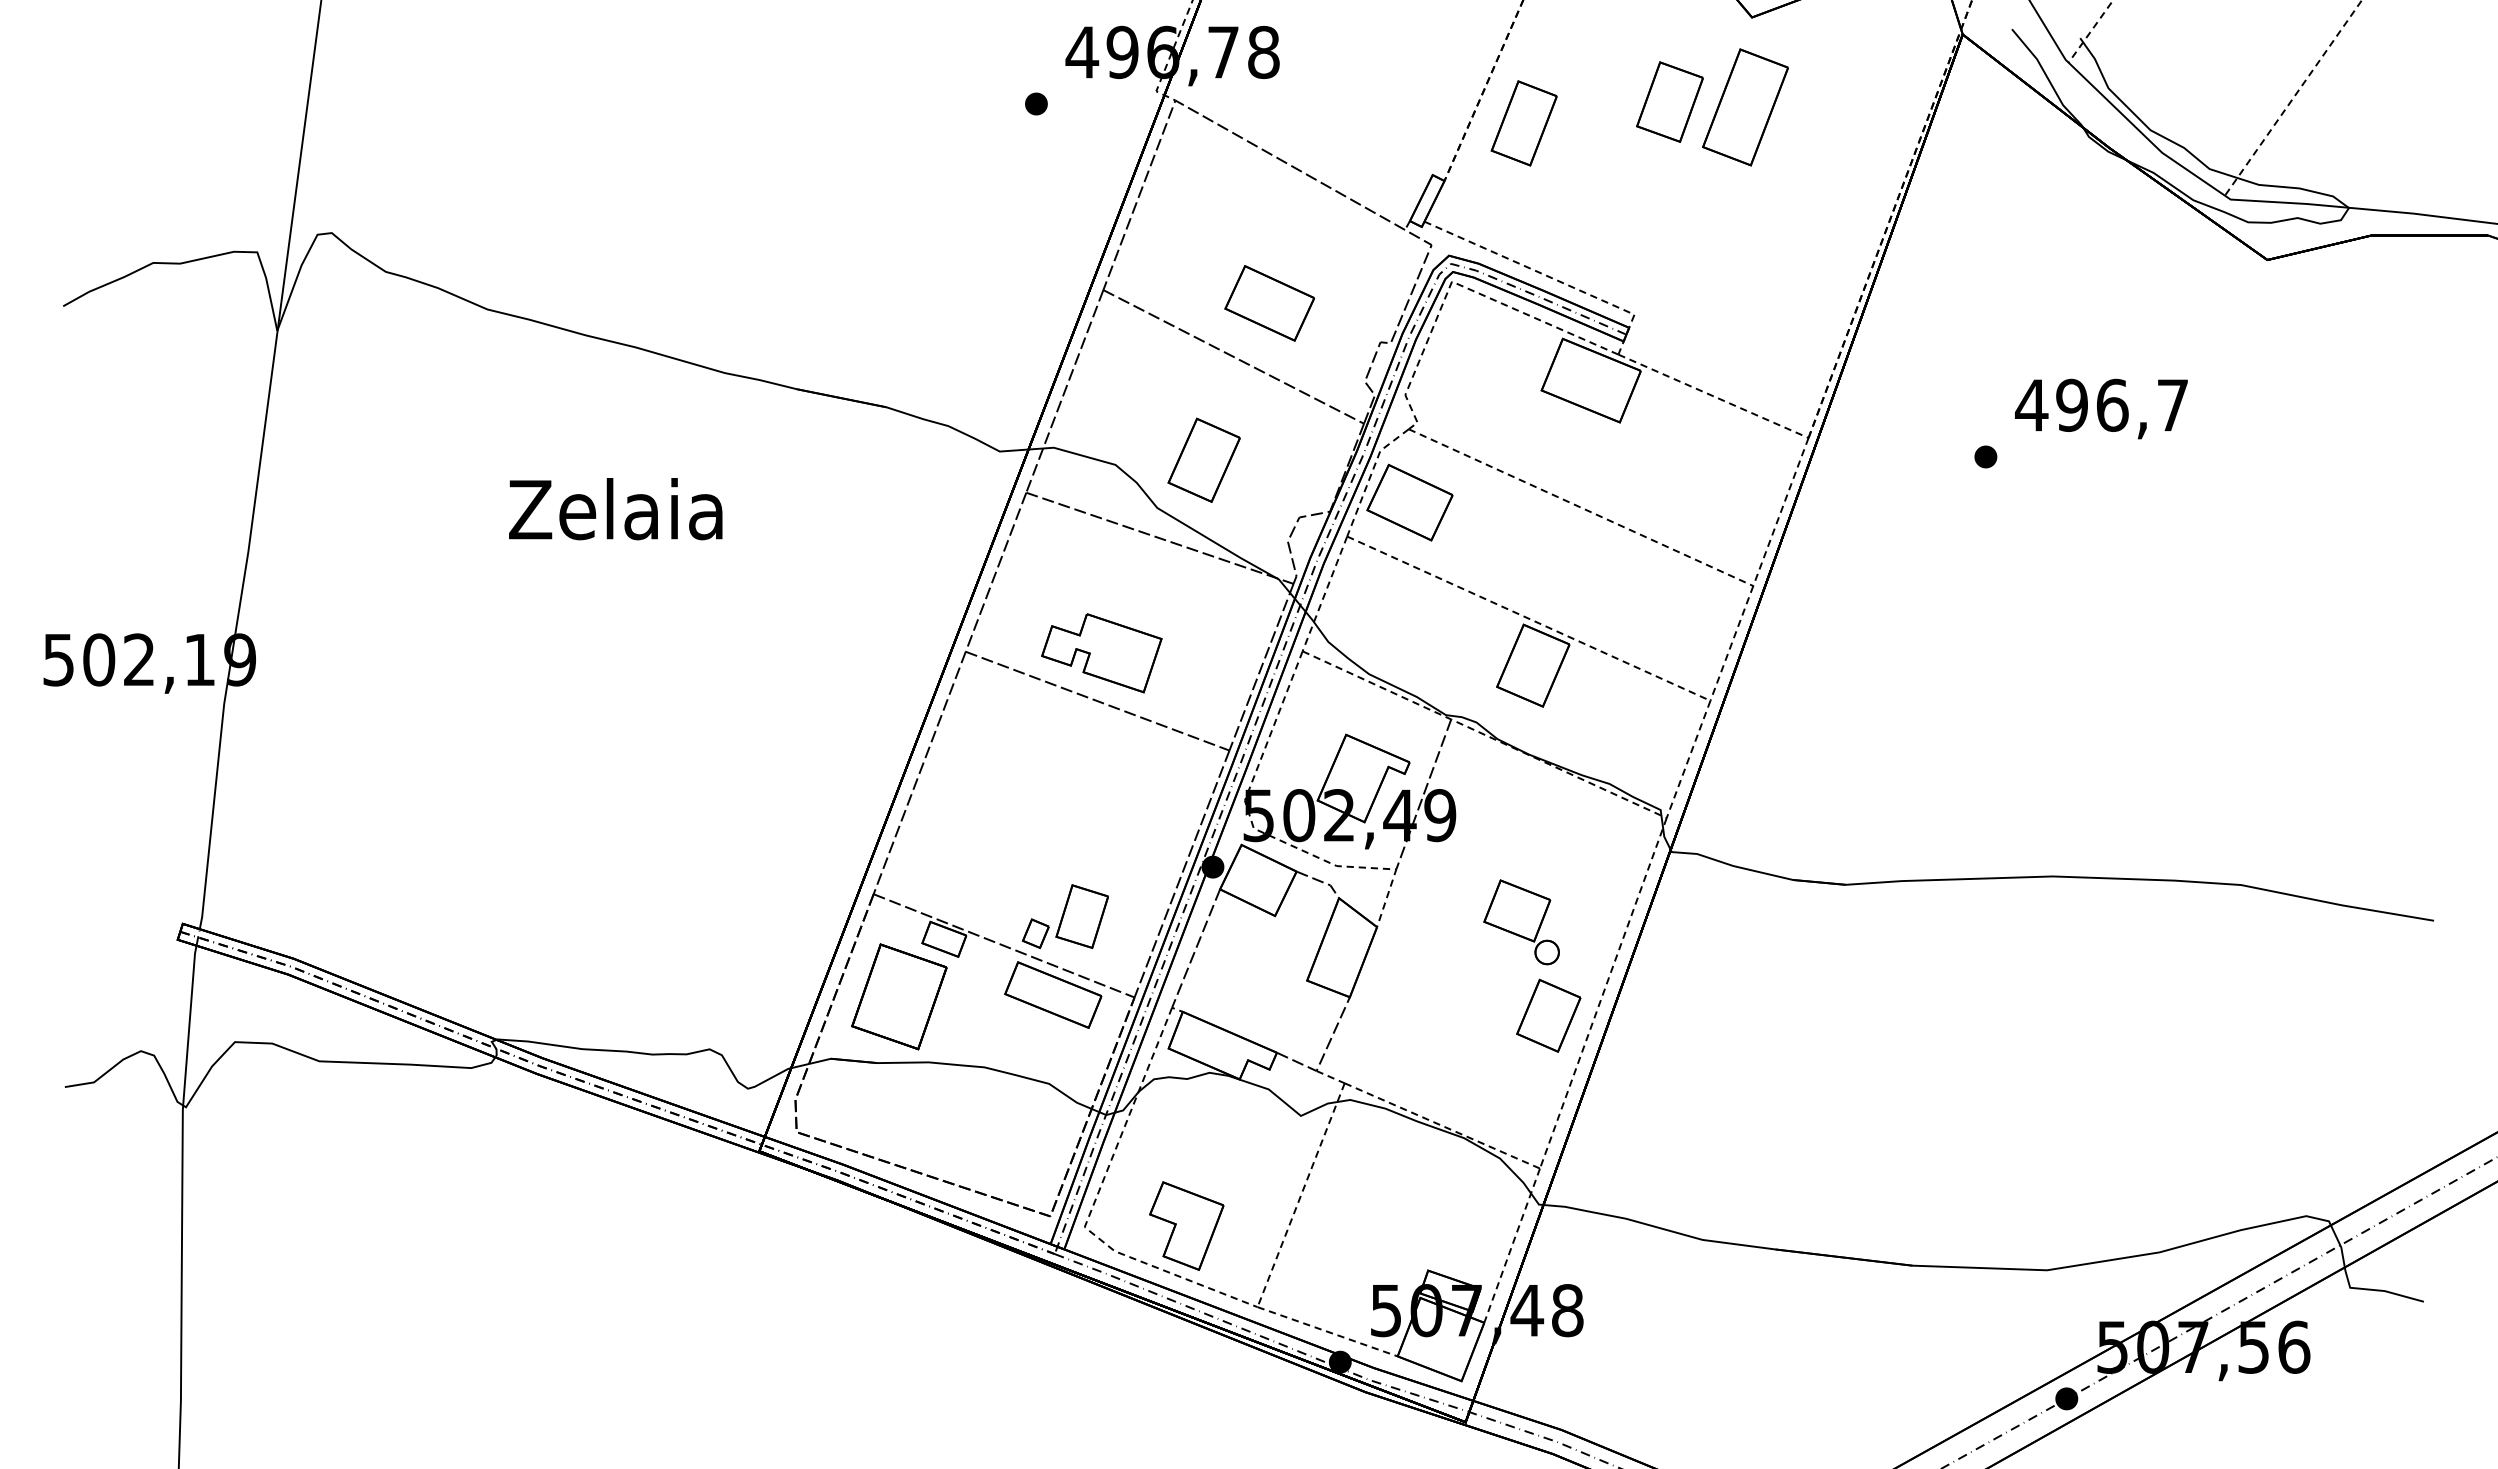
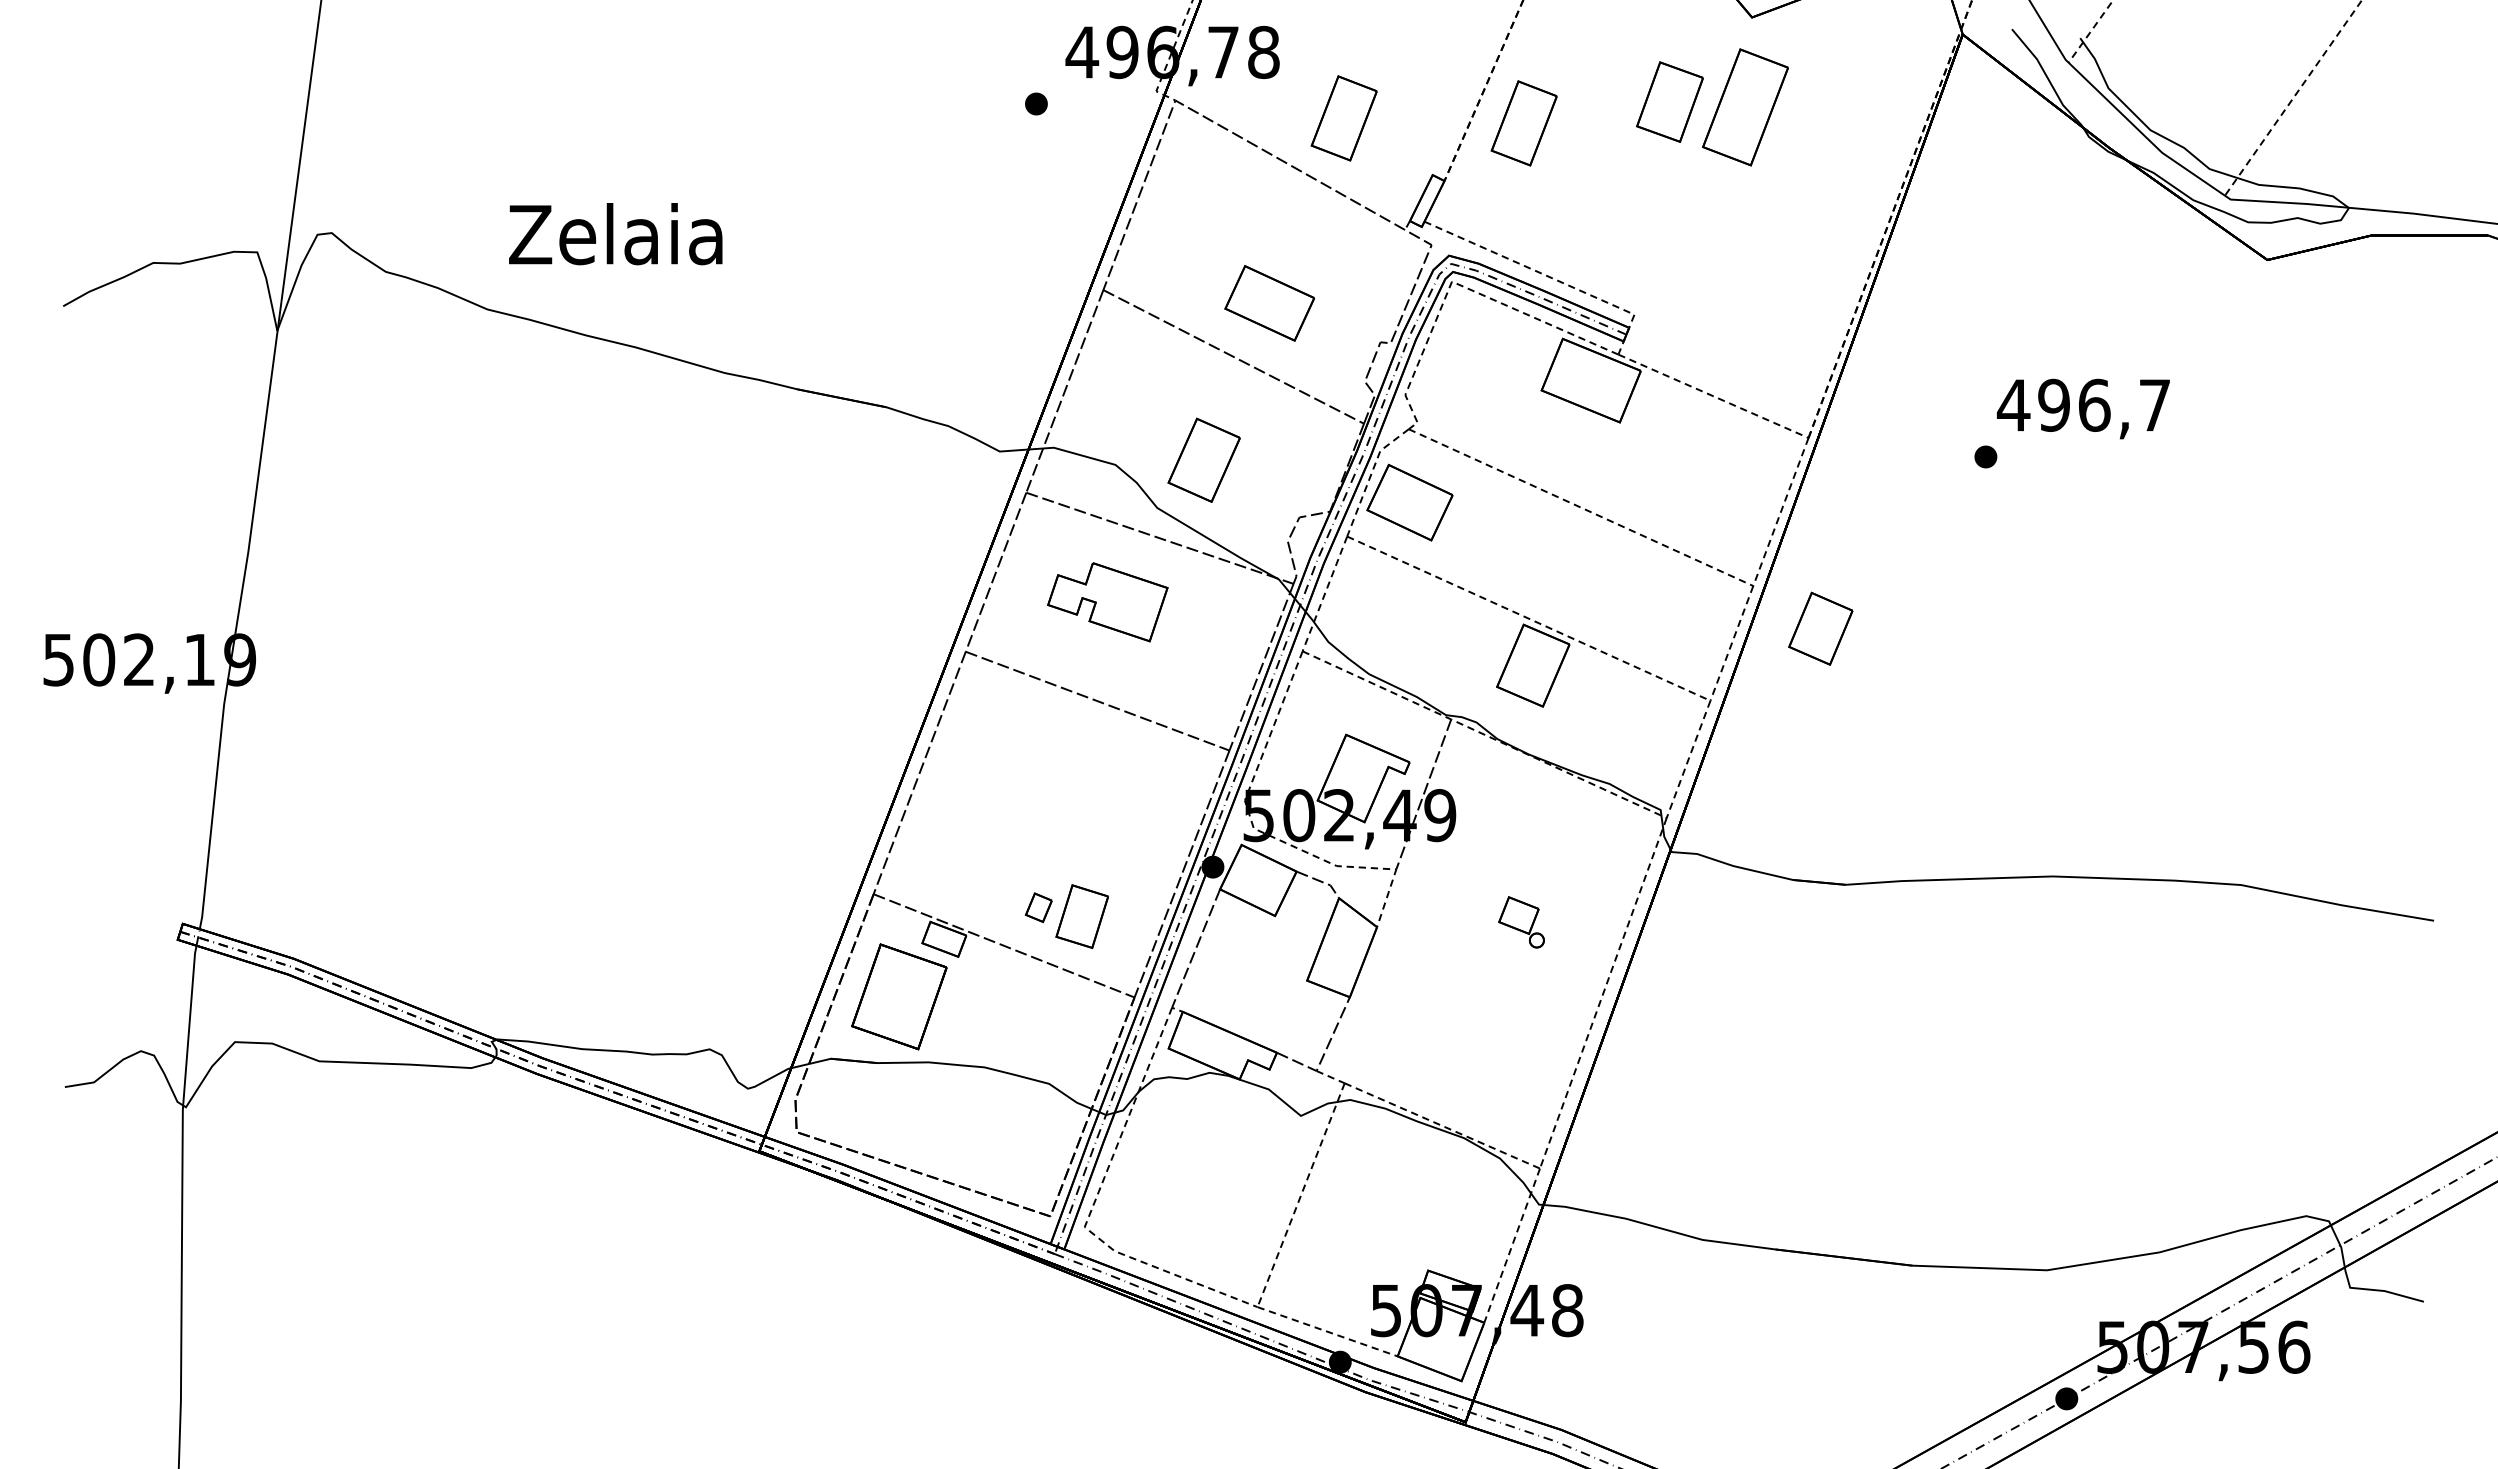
part at (1343, 118): none -> present
text at (2101, 408) position: (2101, 408) -> (2083, 408)
text at (615, 509) position: (615, 509) -> (615, 234)
part at (1101, 653) position: (1101, 653) -> (1107, 602)
part at (1521, 922) size: 77x87 px -> 47x53 px
part at (1035, 933) position: (1035, 933) -> (1038, 907)
part at (1053, 994): present -> none
part at (1548, 1015) position: (1548, 1015) -> (1820, 628)
part at (1186, 1225): present -> none
